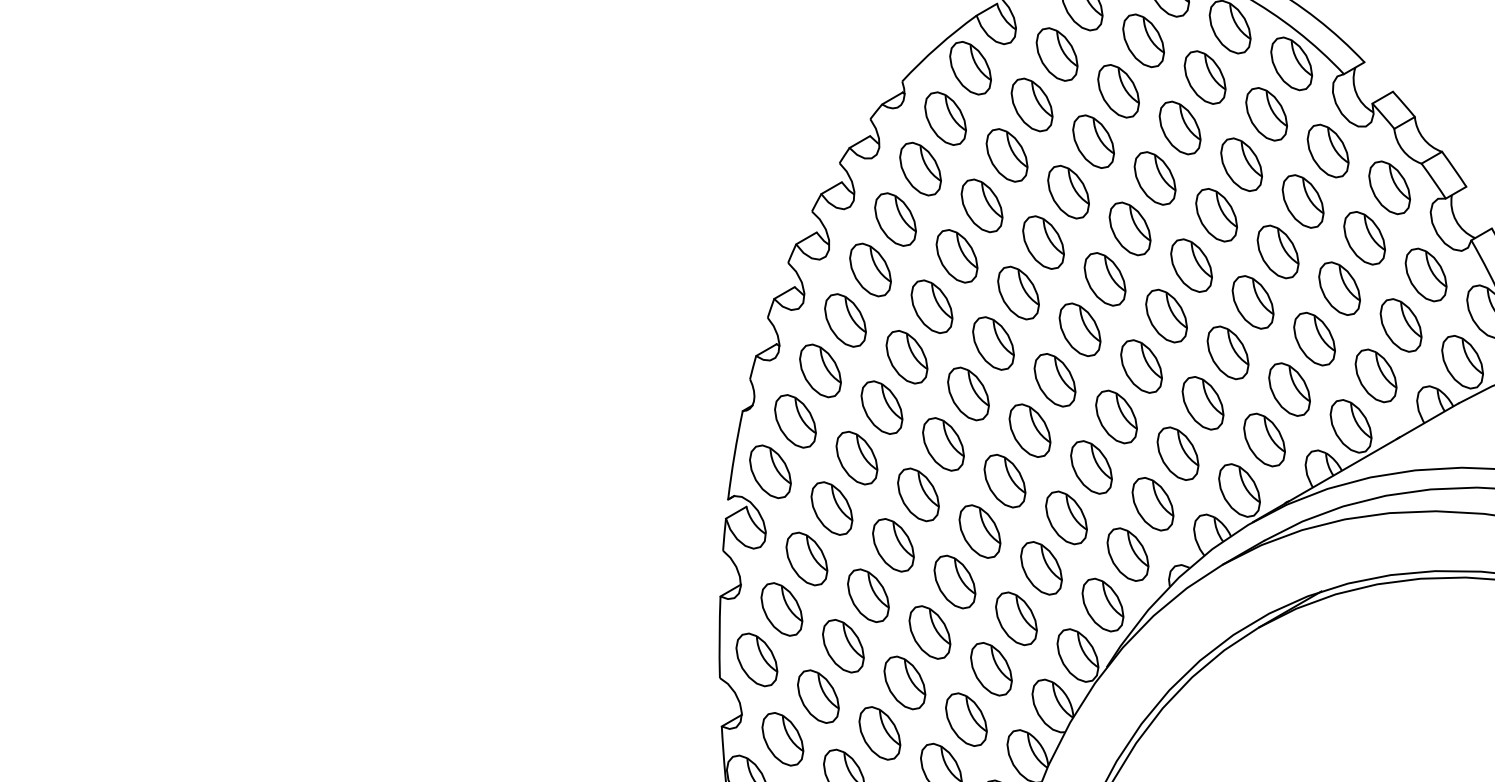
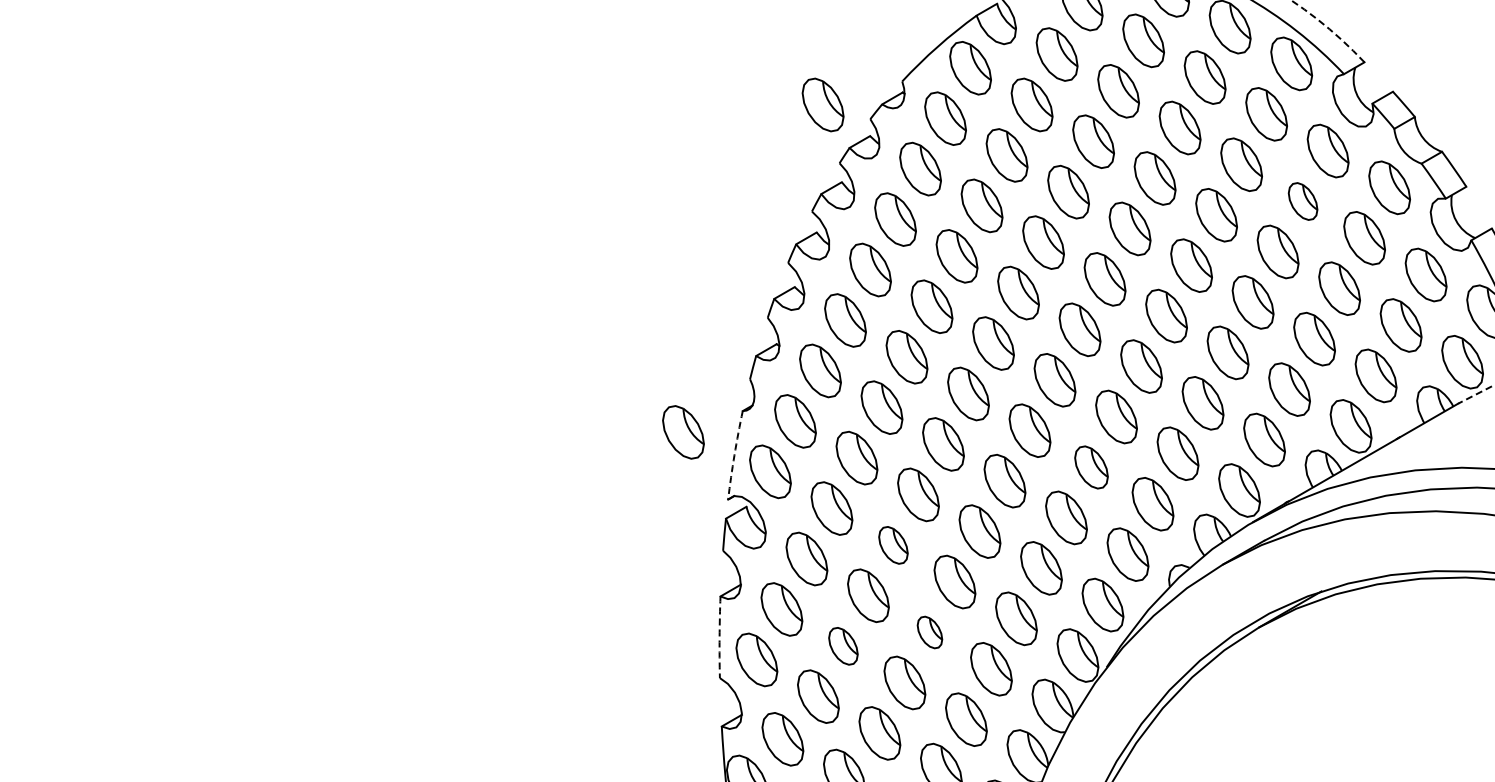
arc at (1328, 29): solid -> dashed
part at (822, 104): none -> present
part at (1302, 201) size: 44x55 px -> 32x39 px
line at (1476, 394): solid -> dashed
part at (683, 432): none -> present
arc at (734, 455): solid -> dashed
part at (1091, 467) size: 43x55 px -> 35x45 px
part at (893, 545) size: 43x55 px -> 31x39 px
part at (929, 632) size: 44x55 px -> 28x35 px
arc at (719, 637): solid -> dashed
part at (843, 646) size: 43x55 px -> 31x39 px
